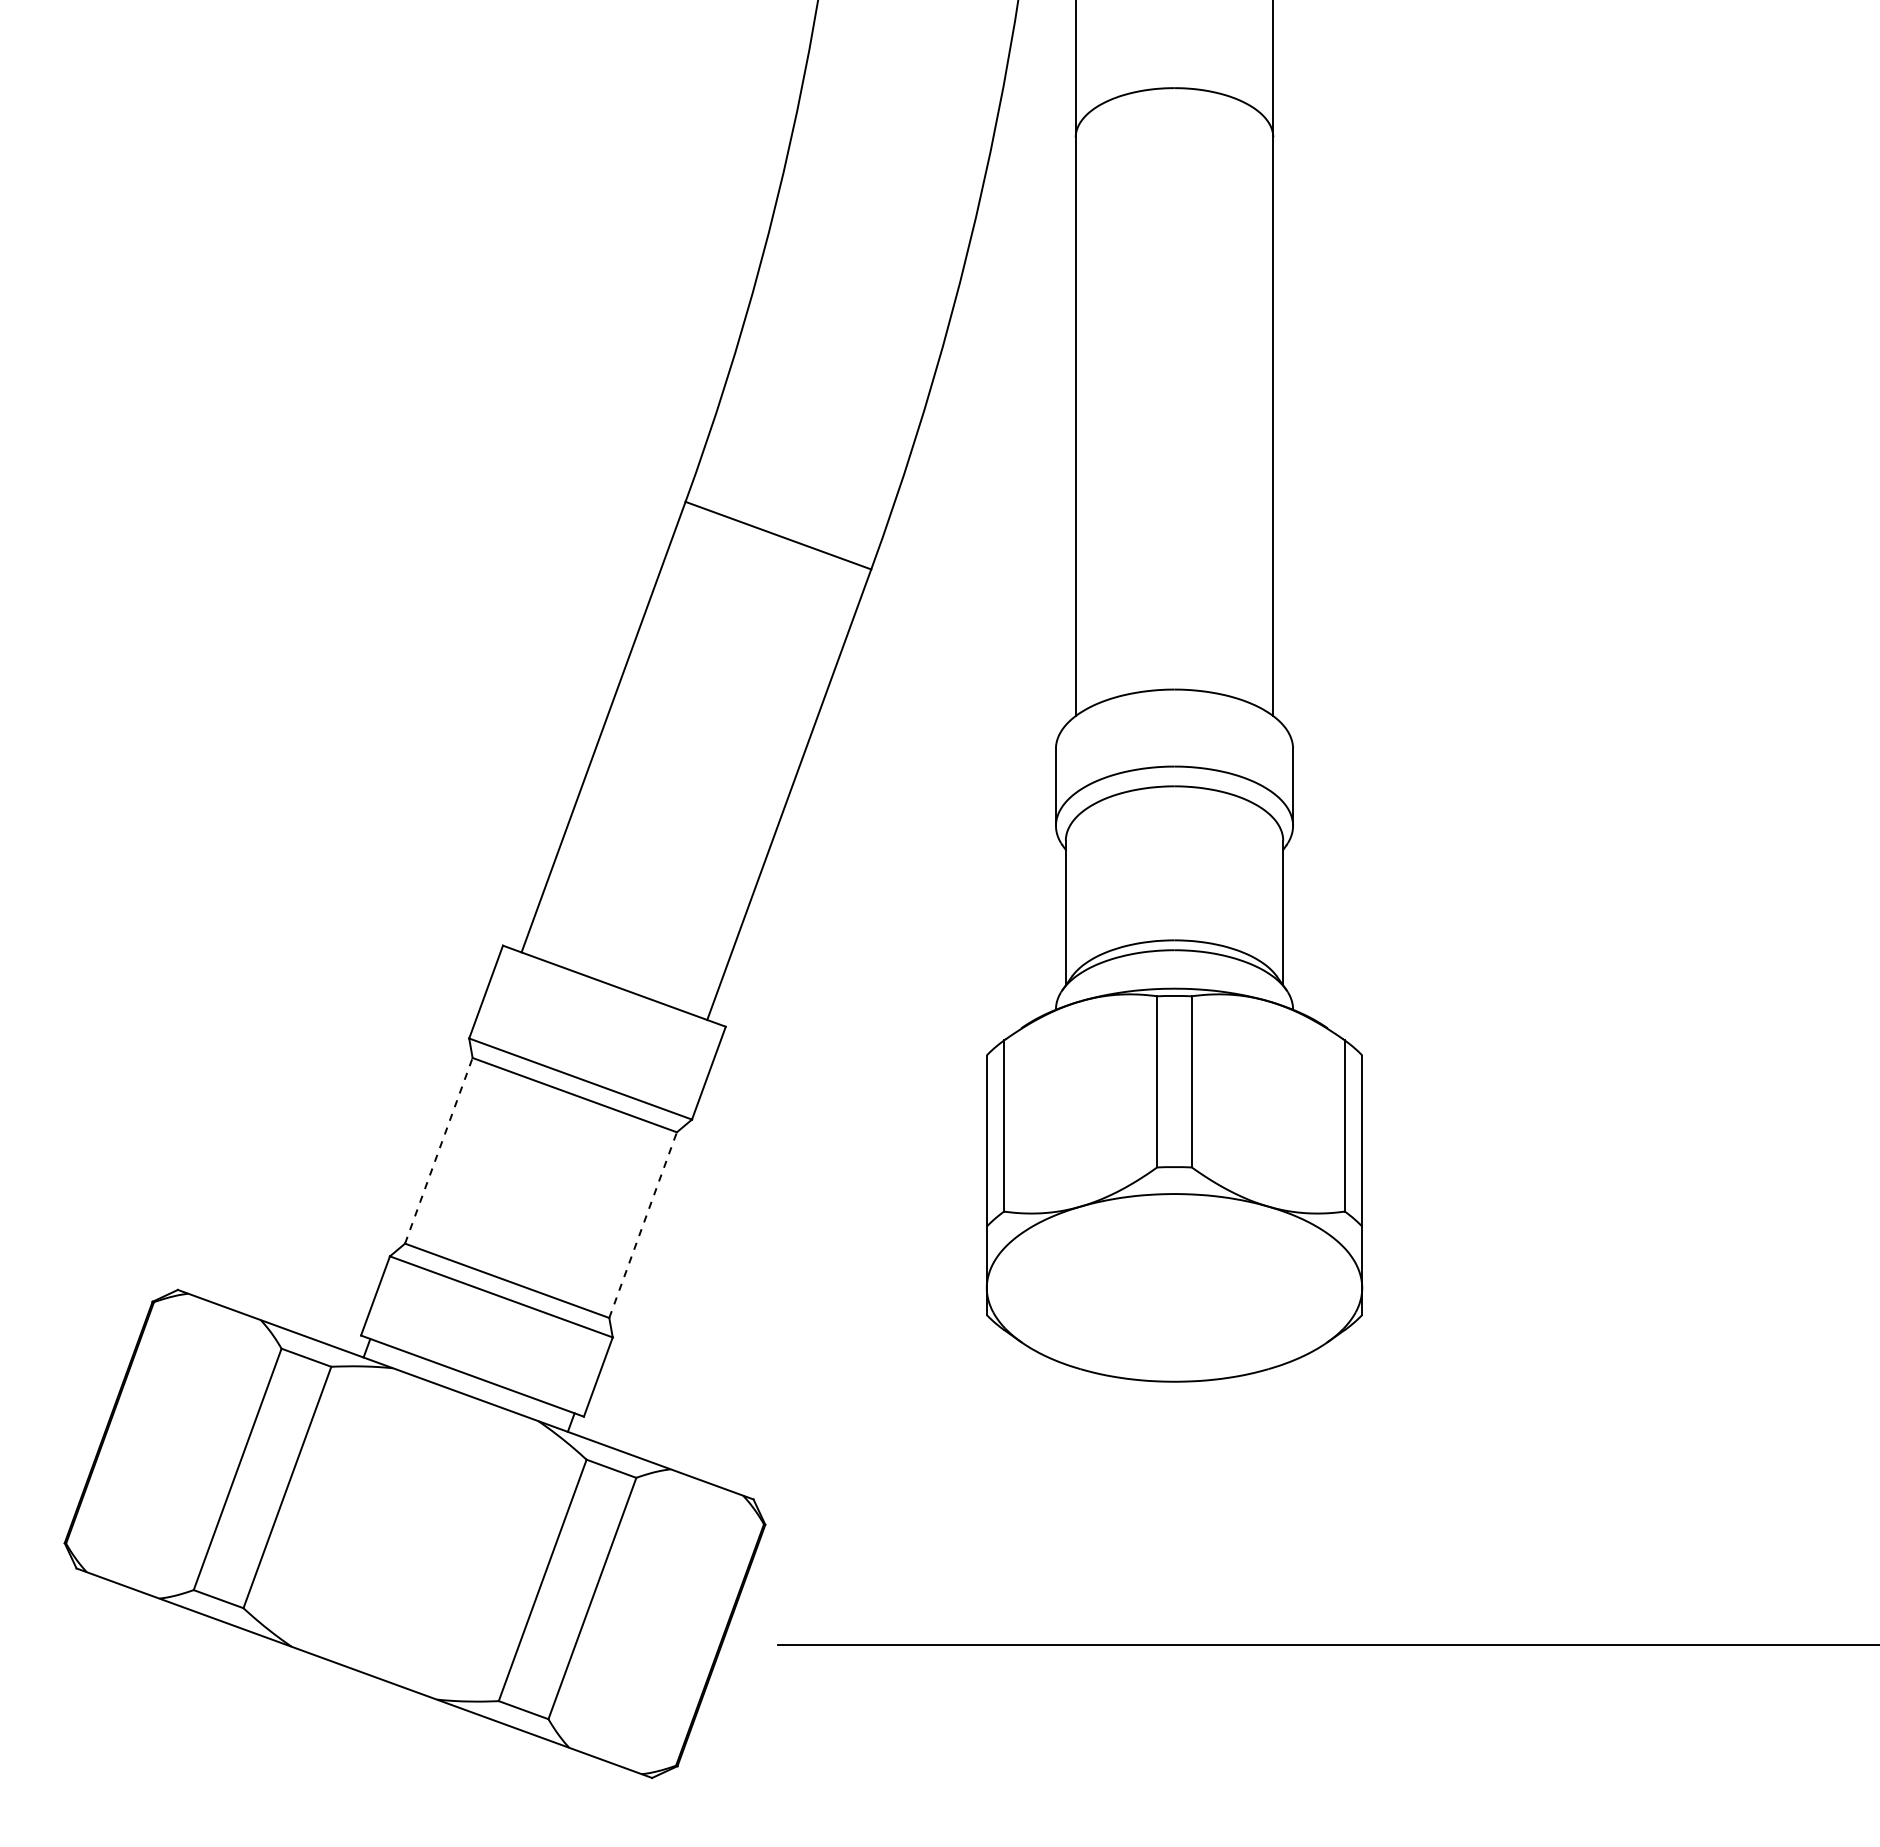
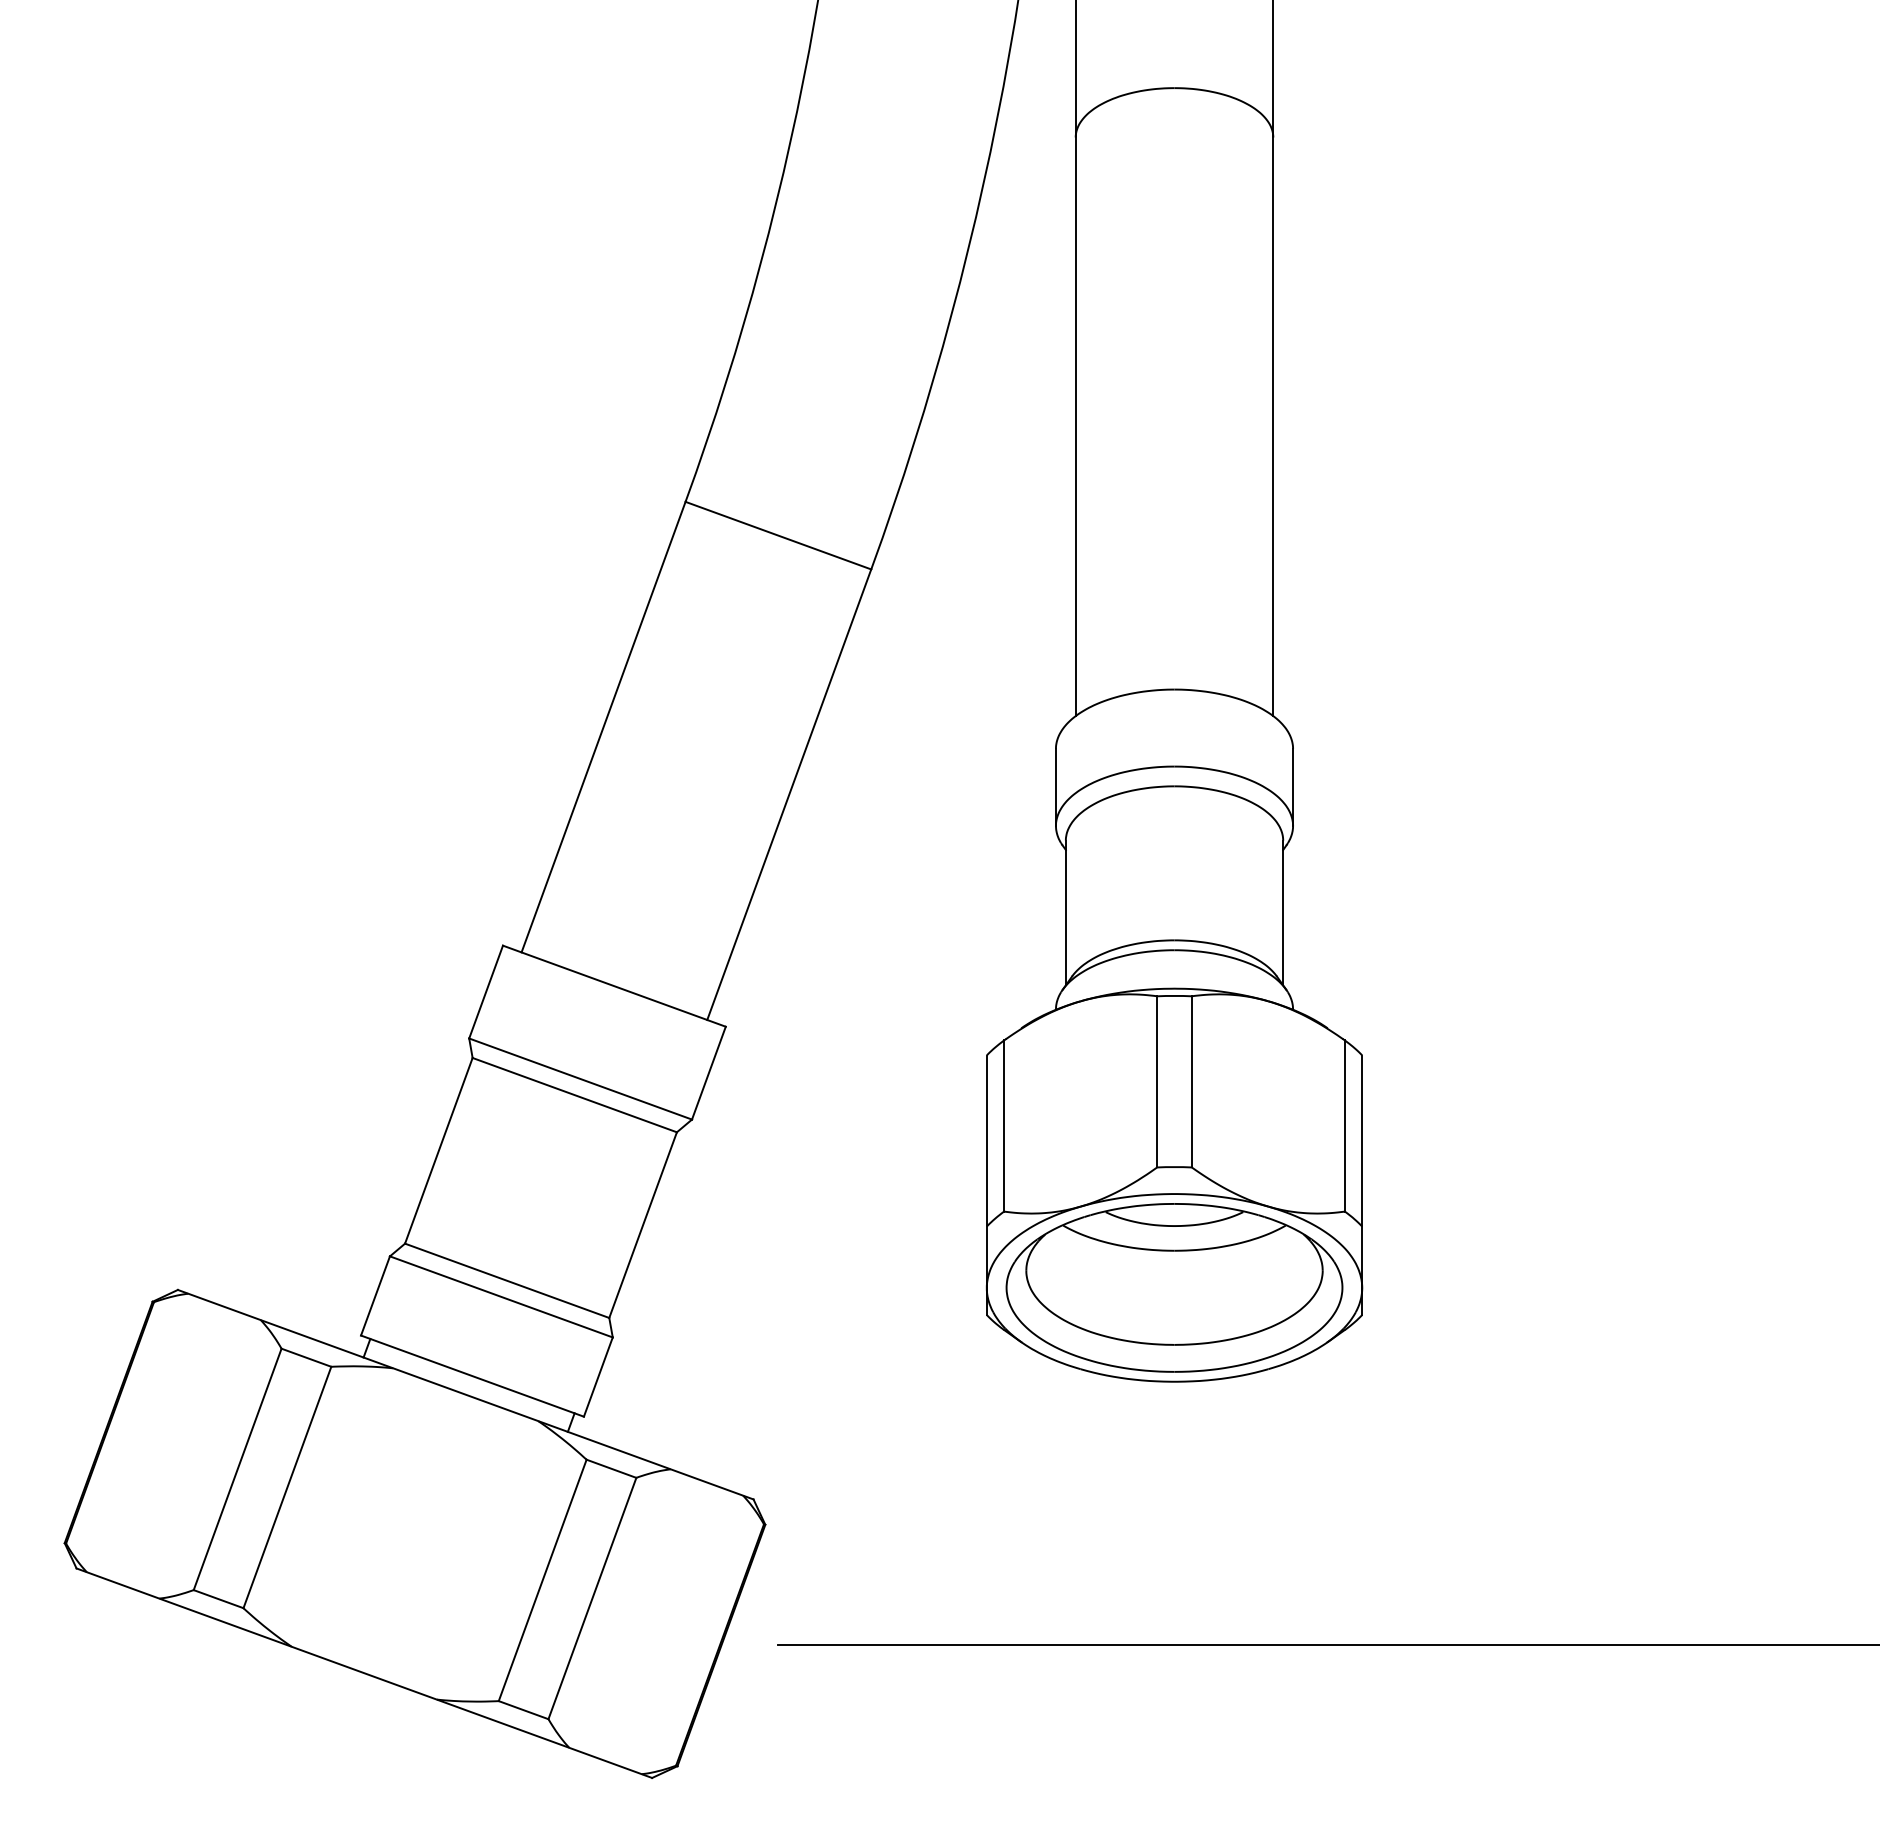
line at (438, 1150): dashed -> solid
line at (643, 1225): dashed -> solid
part at (1174, 1287): none -> present
